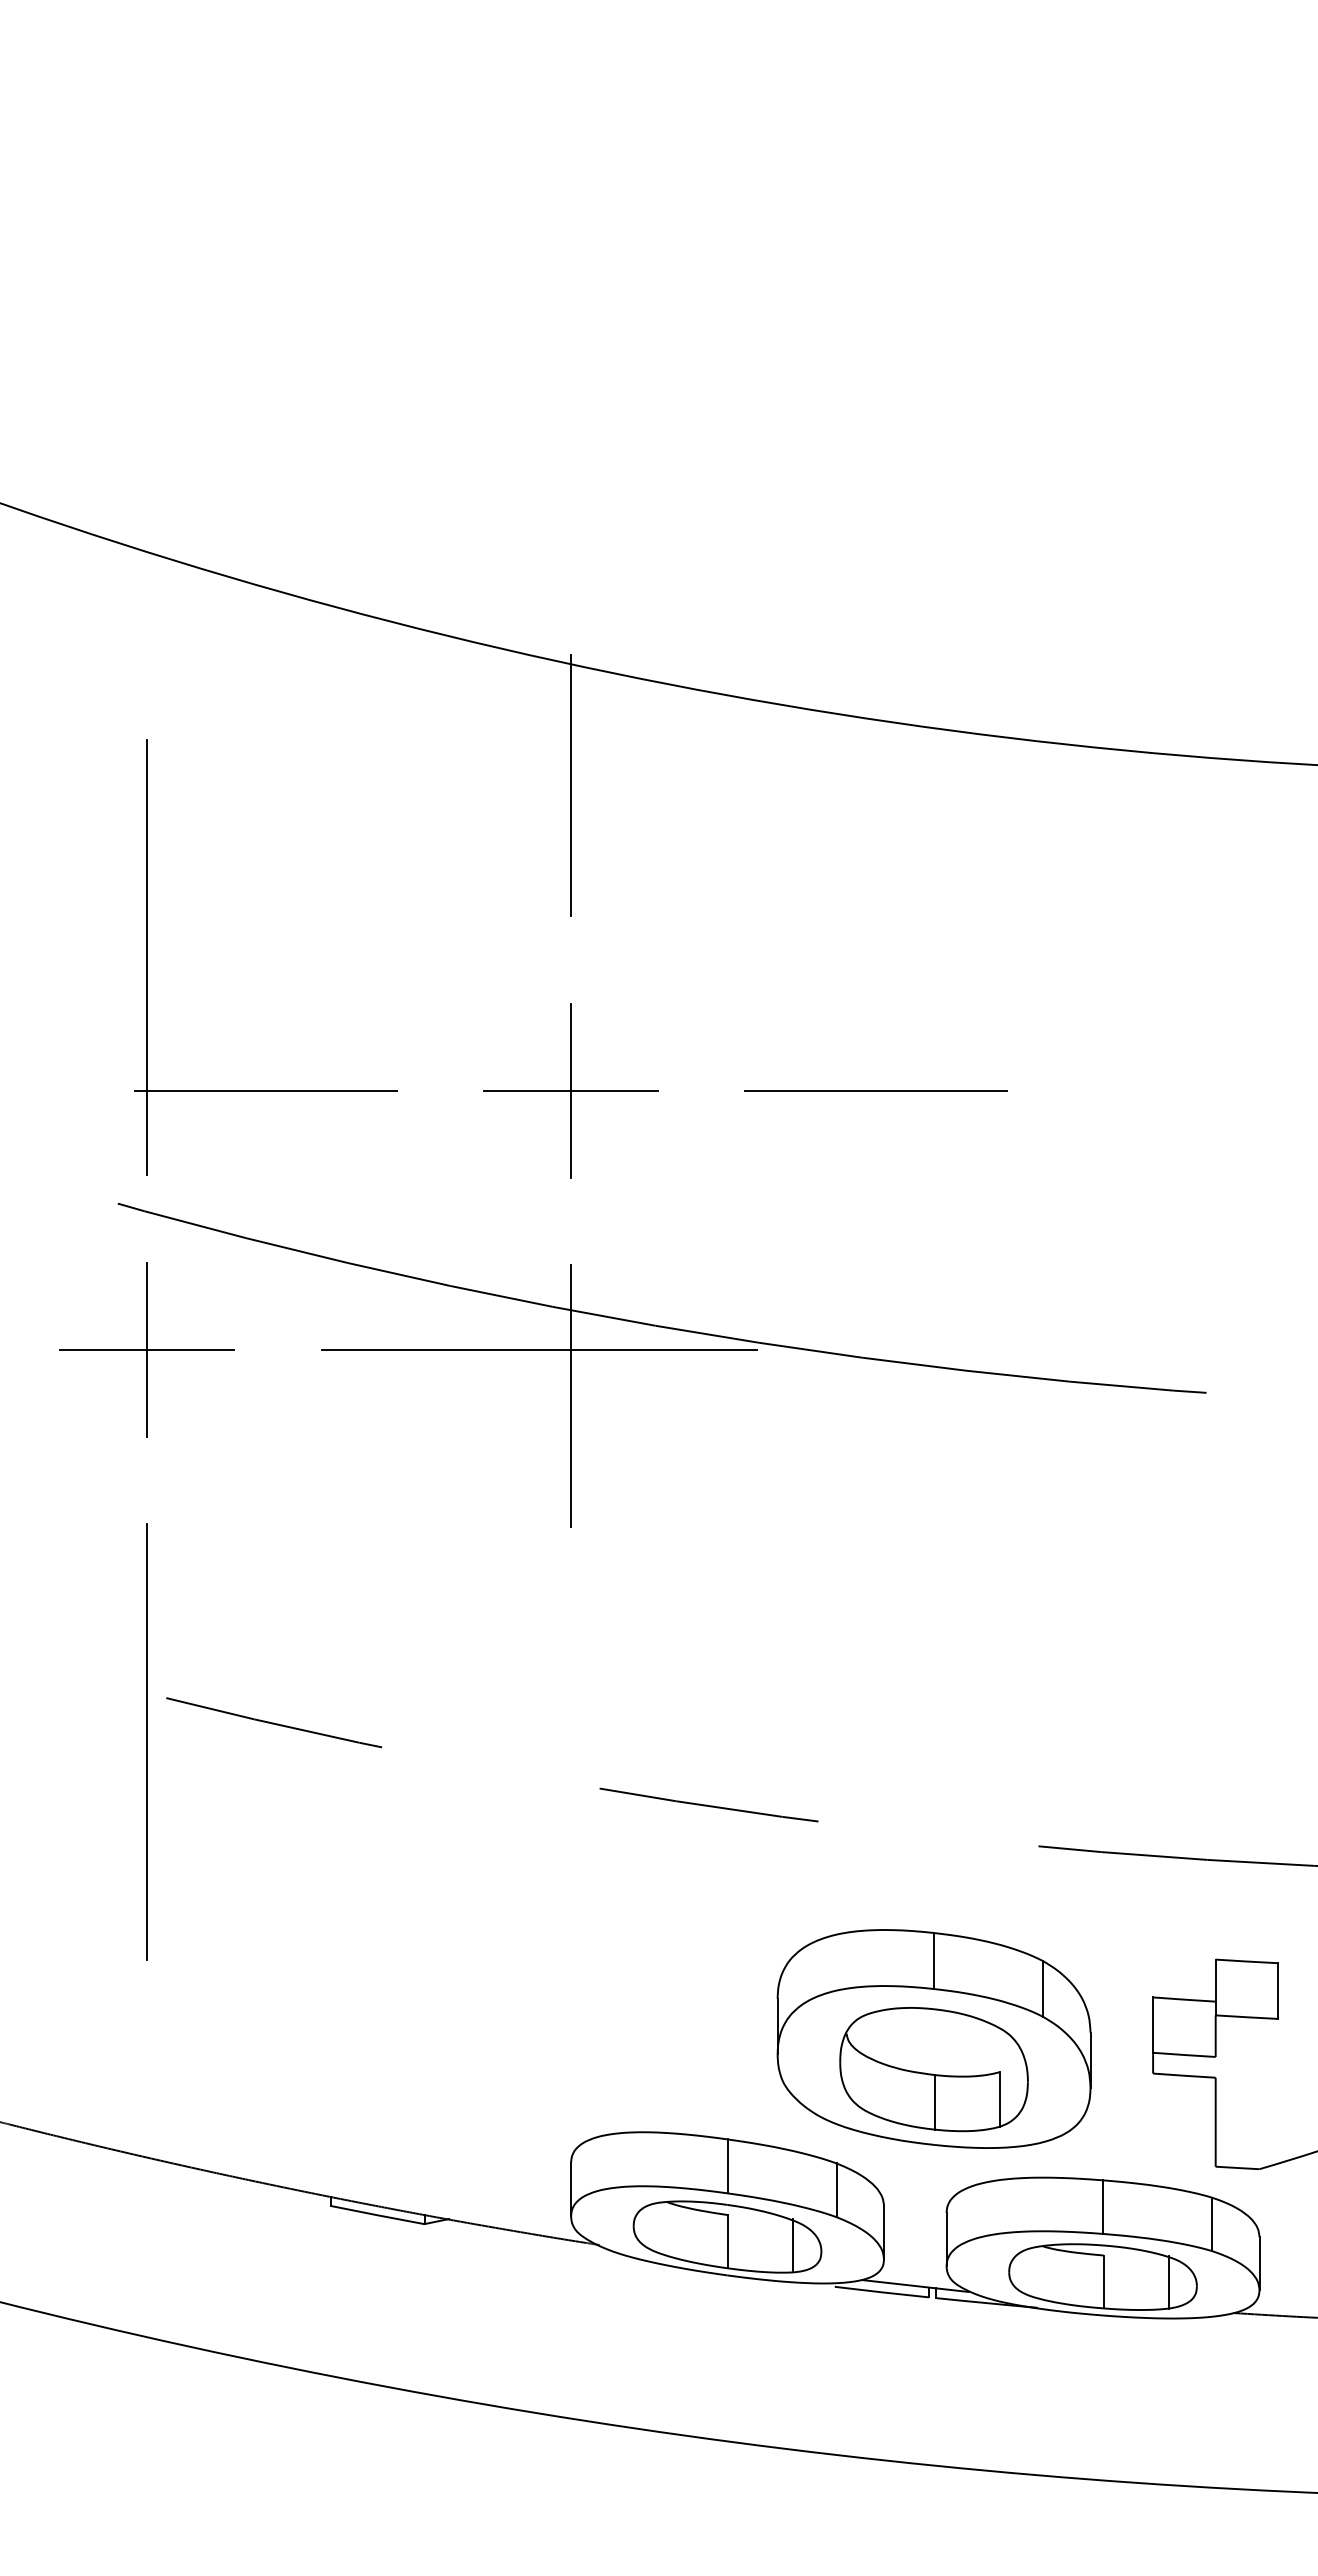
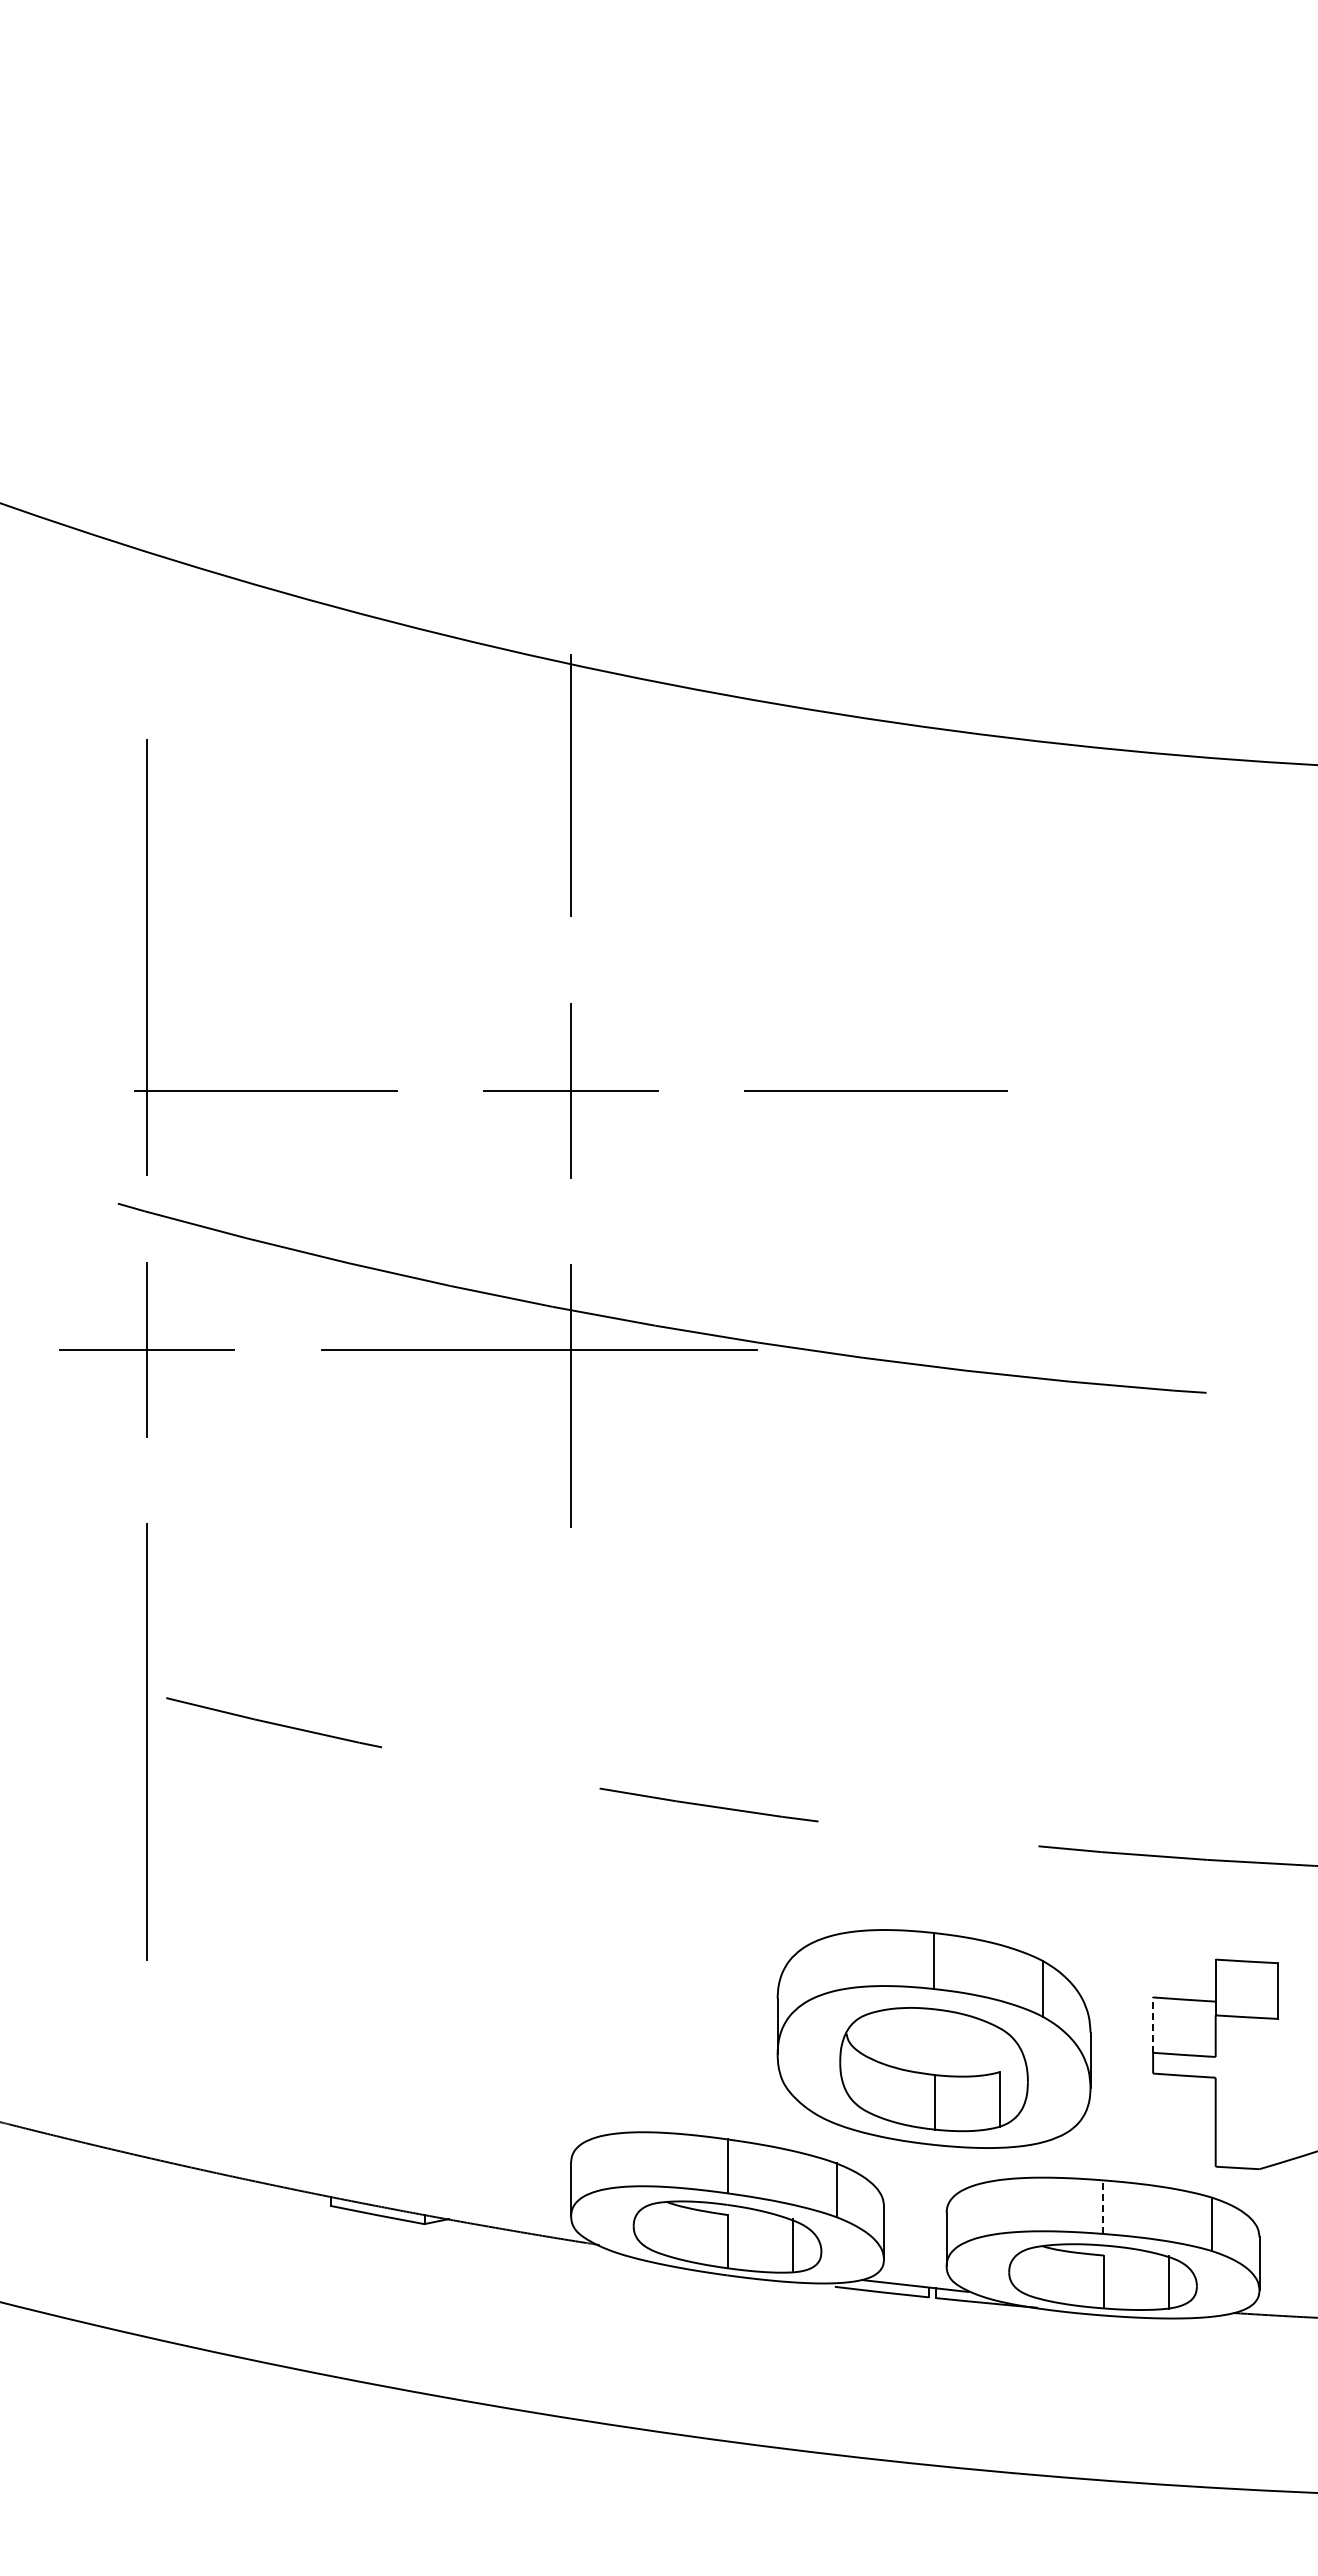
line at (1153, 2025): solid -> dashed
line at (1103, 2207): solid -> dashed
